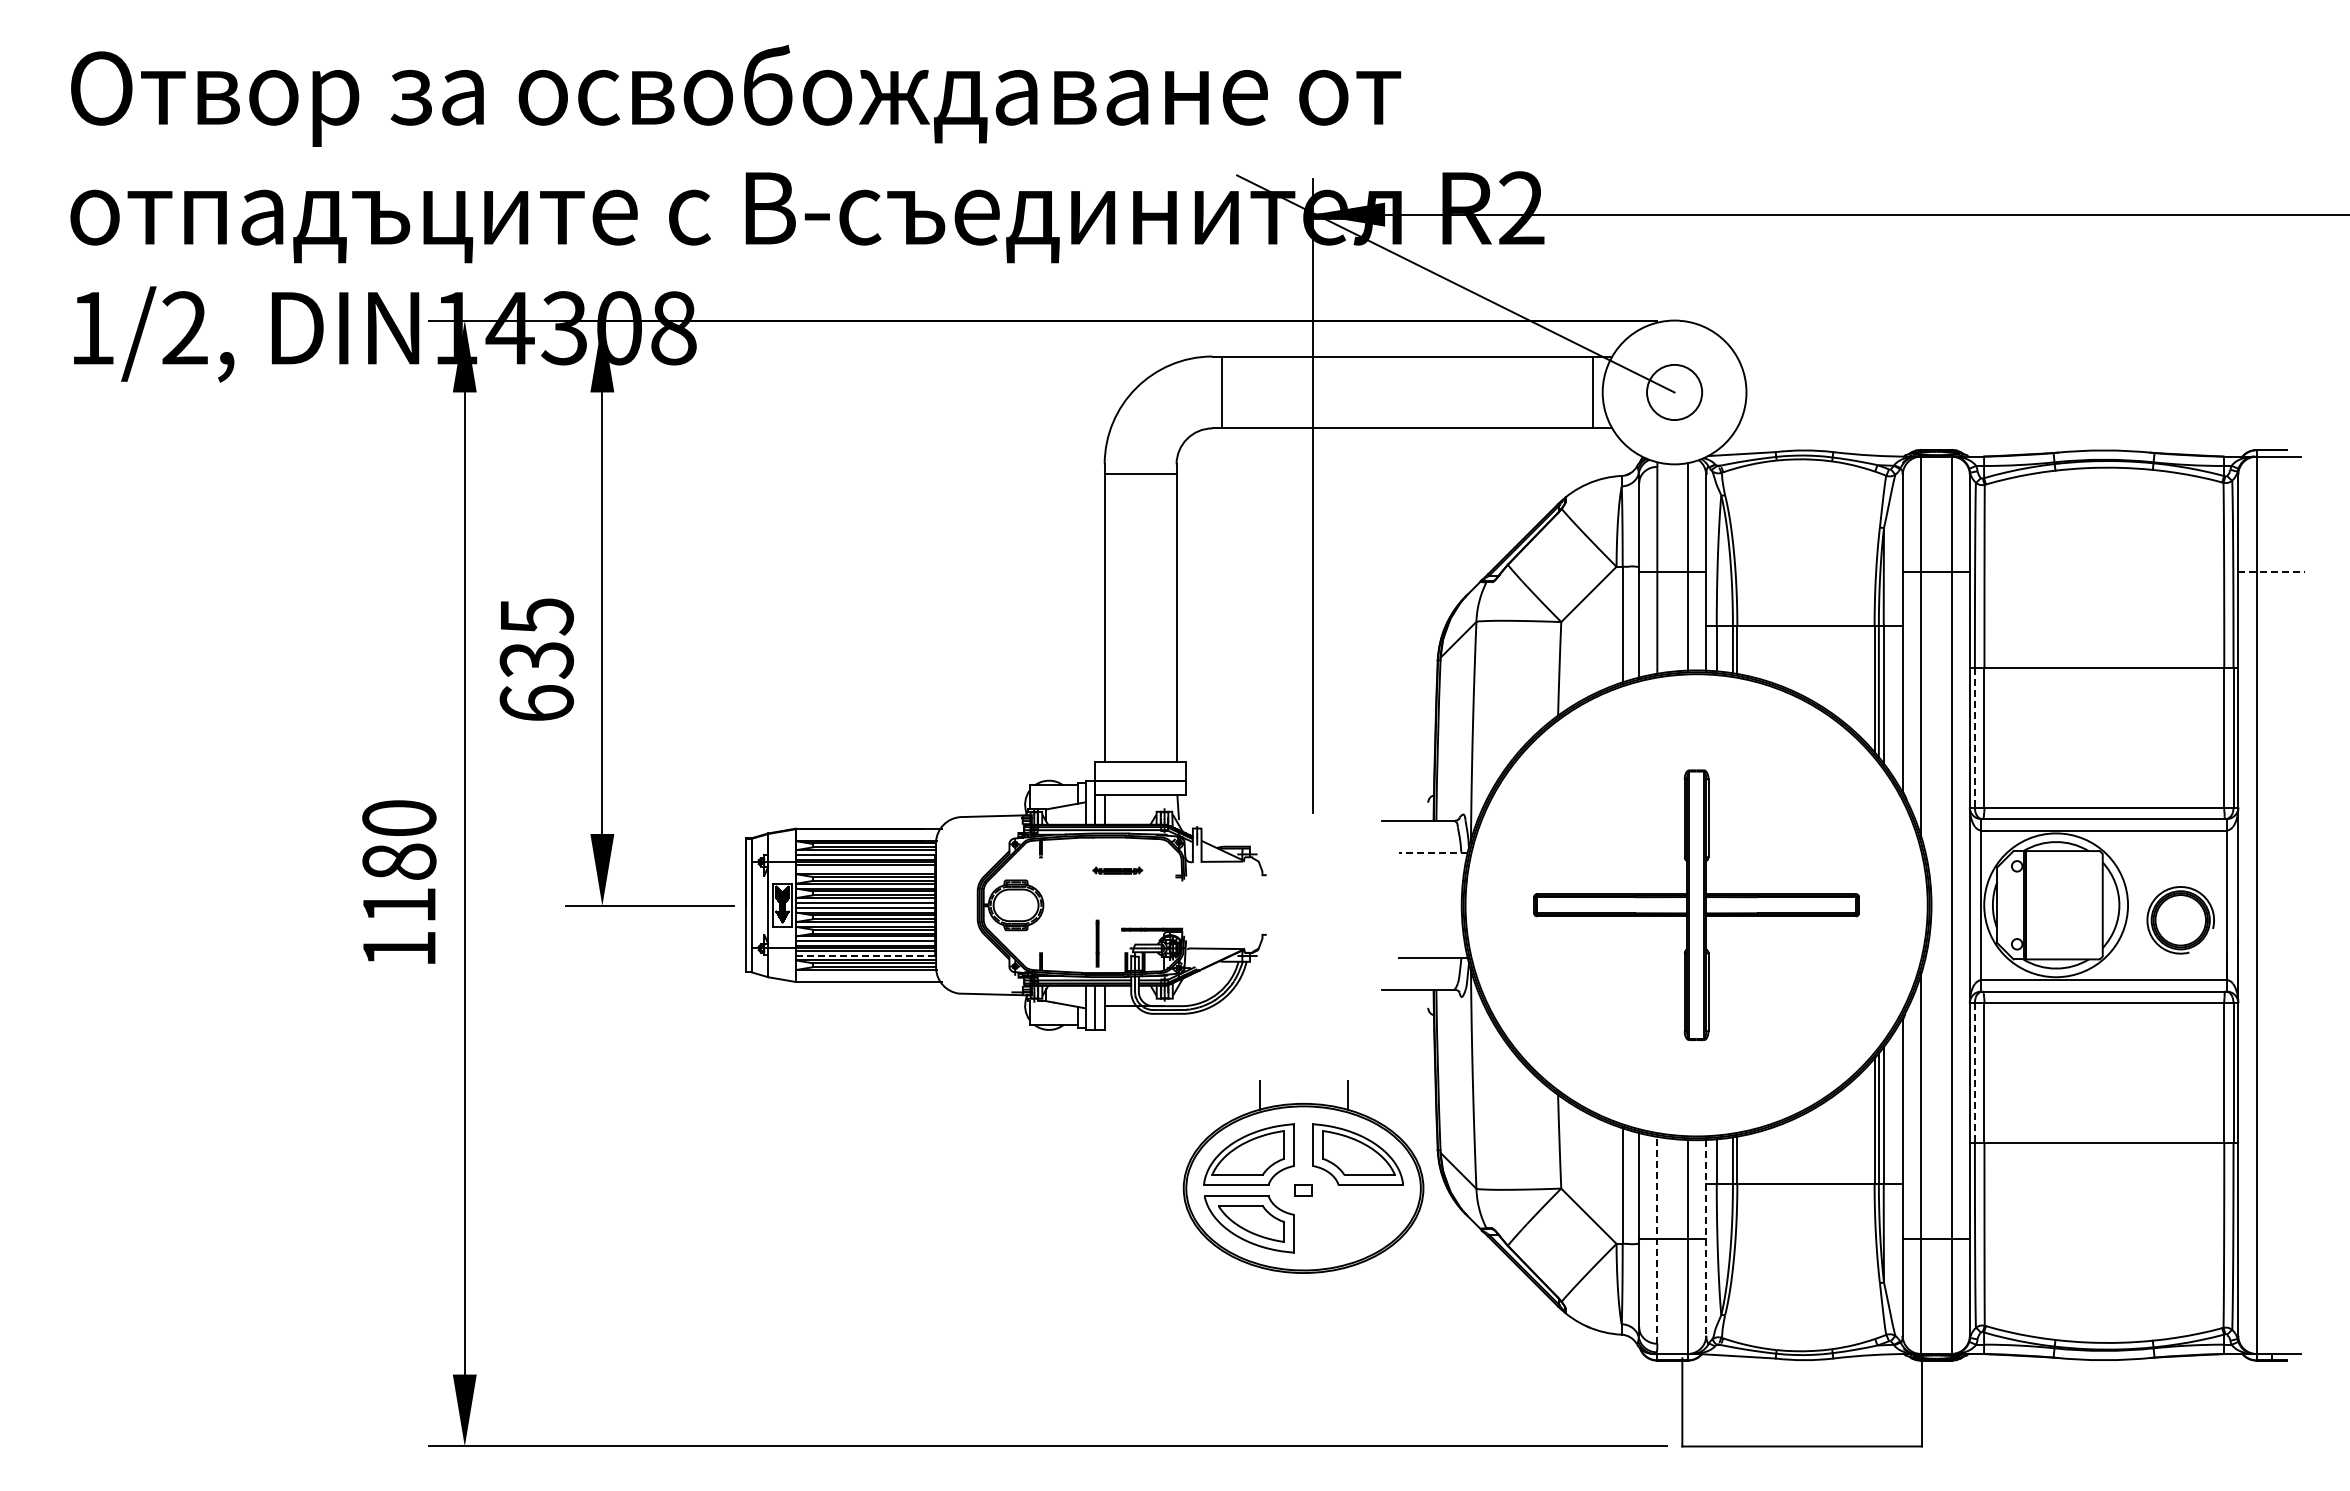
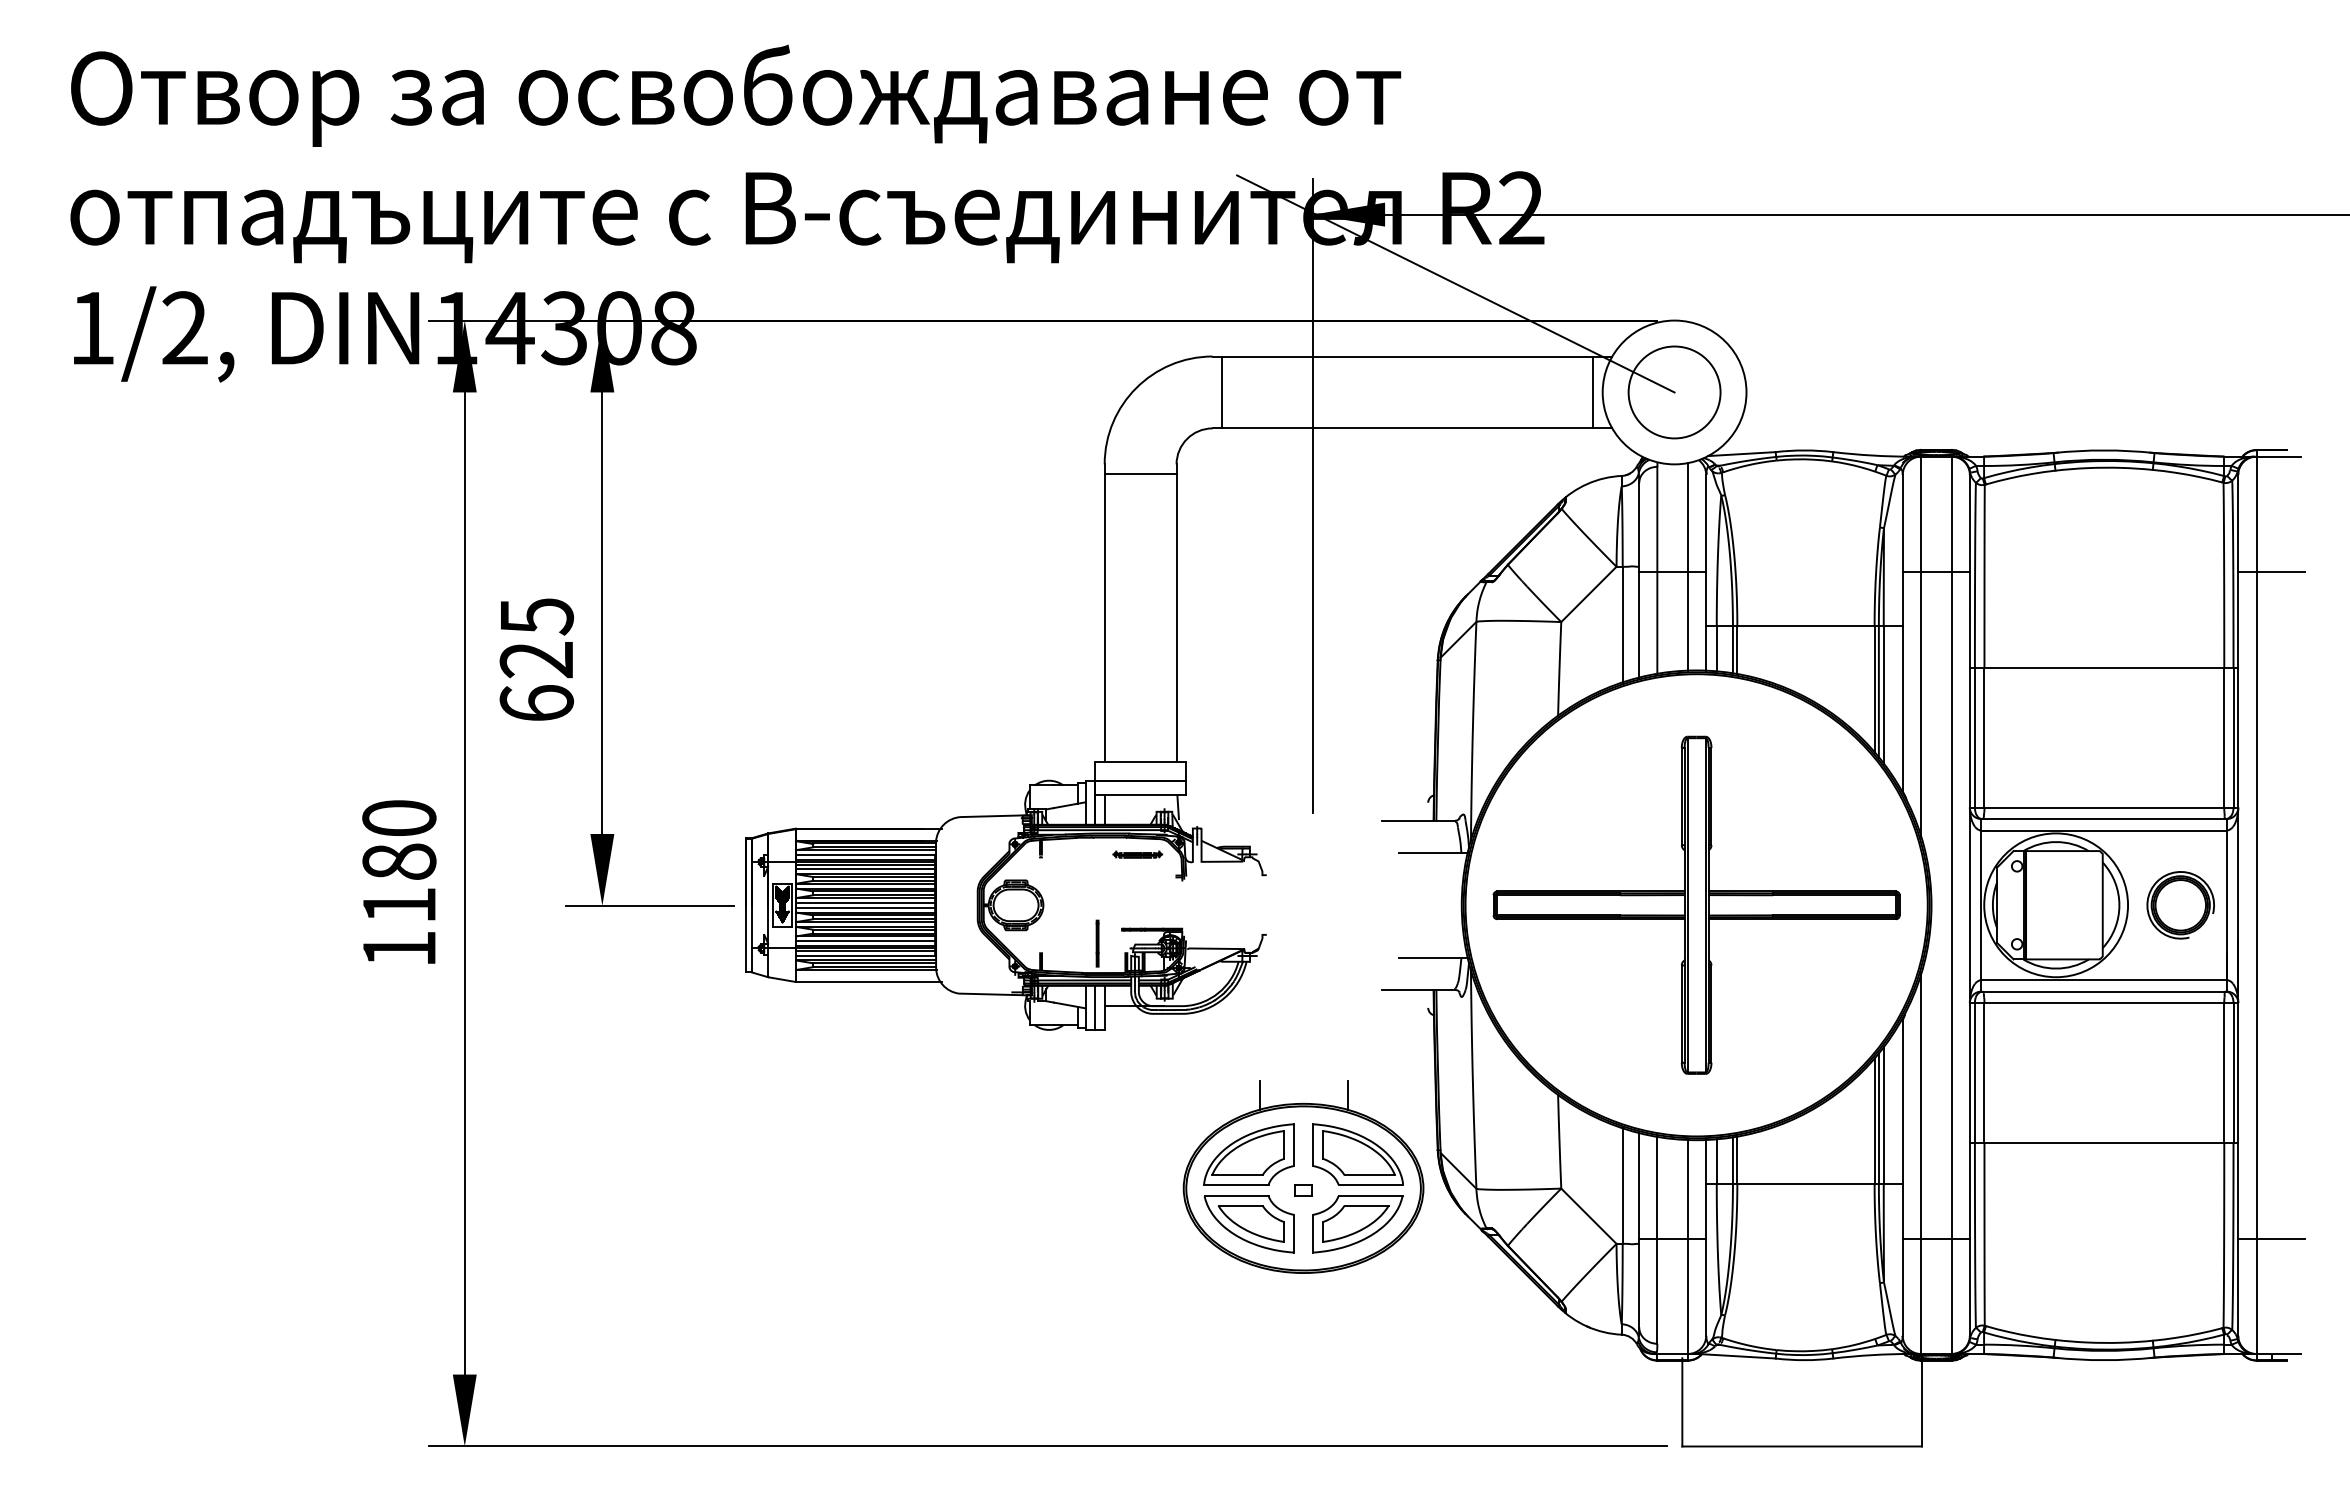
circle at (1674, 392) diameter: 55 px -> 92 px
line at (2271, 571): dashed -> solid
text at (537, 660): 635 -> 625
line at (1974, 737): dashed -> solid
line at (1433, 852): dashed -> solid
line at (865, 869): none -> present
part at (1117, 870) position: (1117, 870) -> (1137, 854)
part at (1696, 904) size: 327x272 px -> 409x340 px
part at (2180, 920) position: (2180, 920) -> (2180, 905)
line at (865, 955): dashed -> solid
line at (1974, 1073): dashed -> solid
part at (1357, 1224): none -> present
line at (1706, 1238): dashed -> solid
line at (2271, 1238): none -> present
line at (1657, 1240): dashed -> solid
